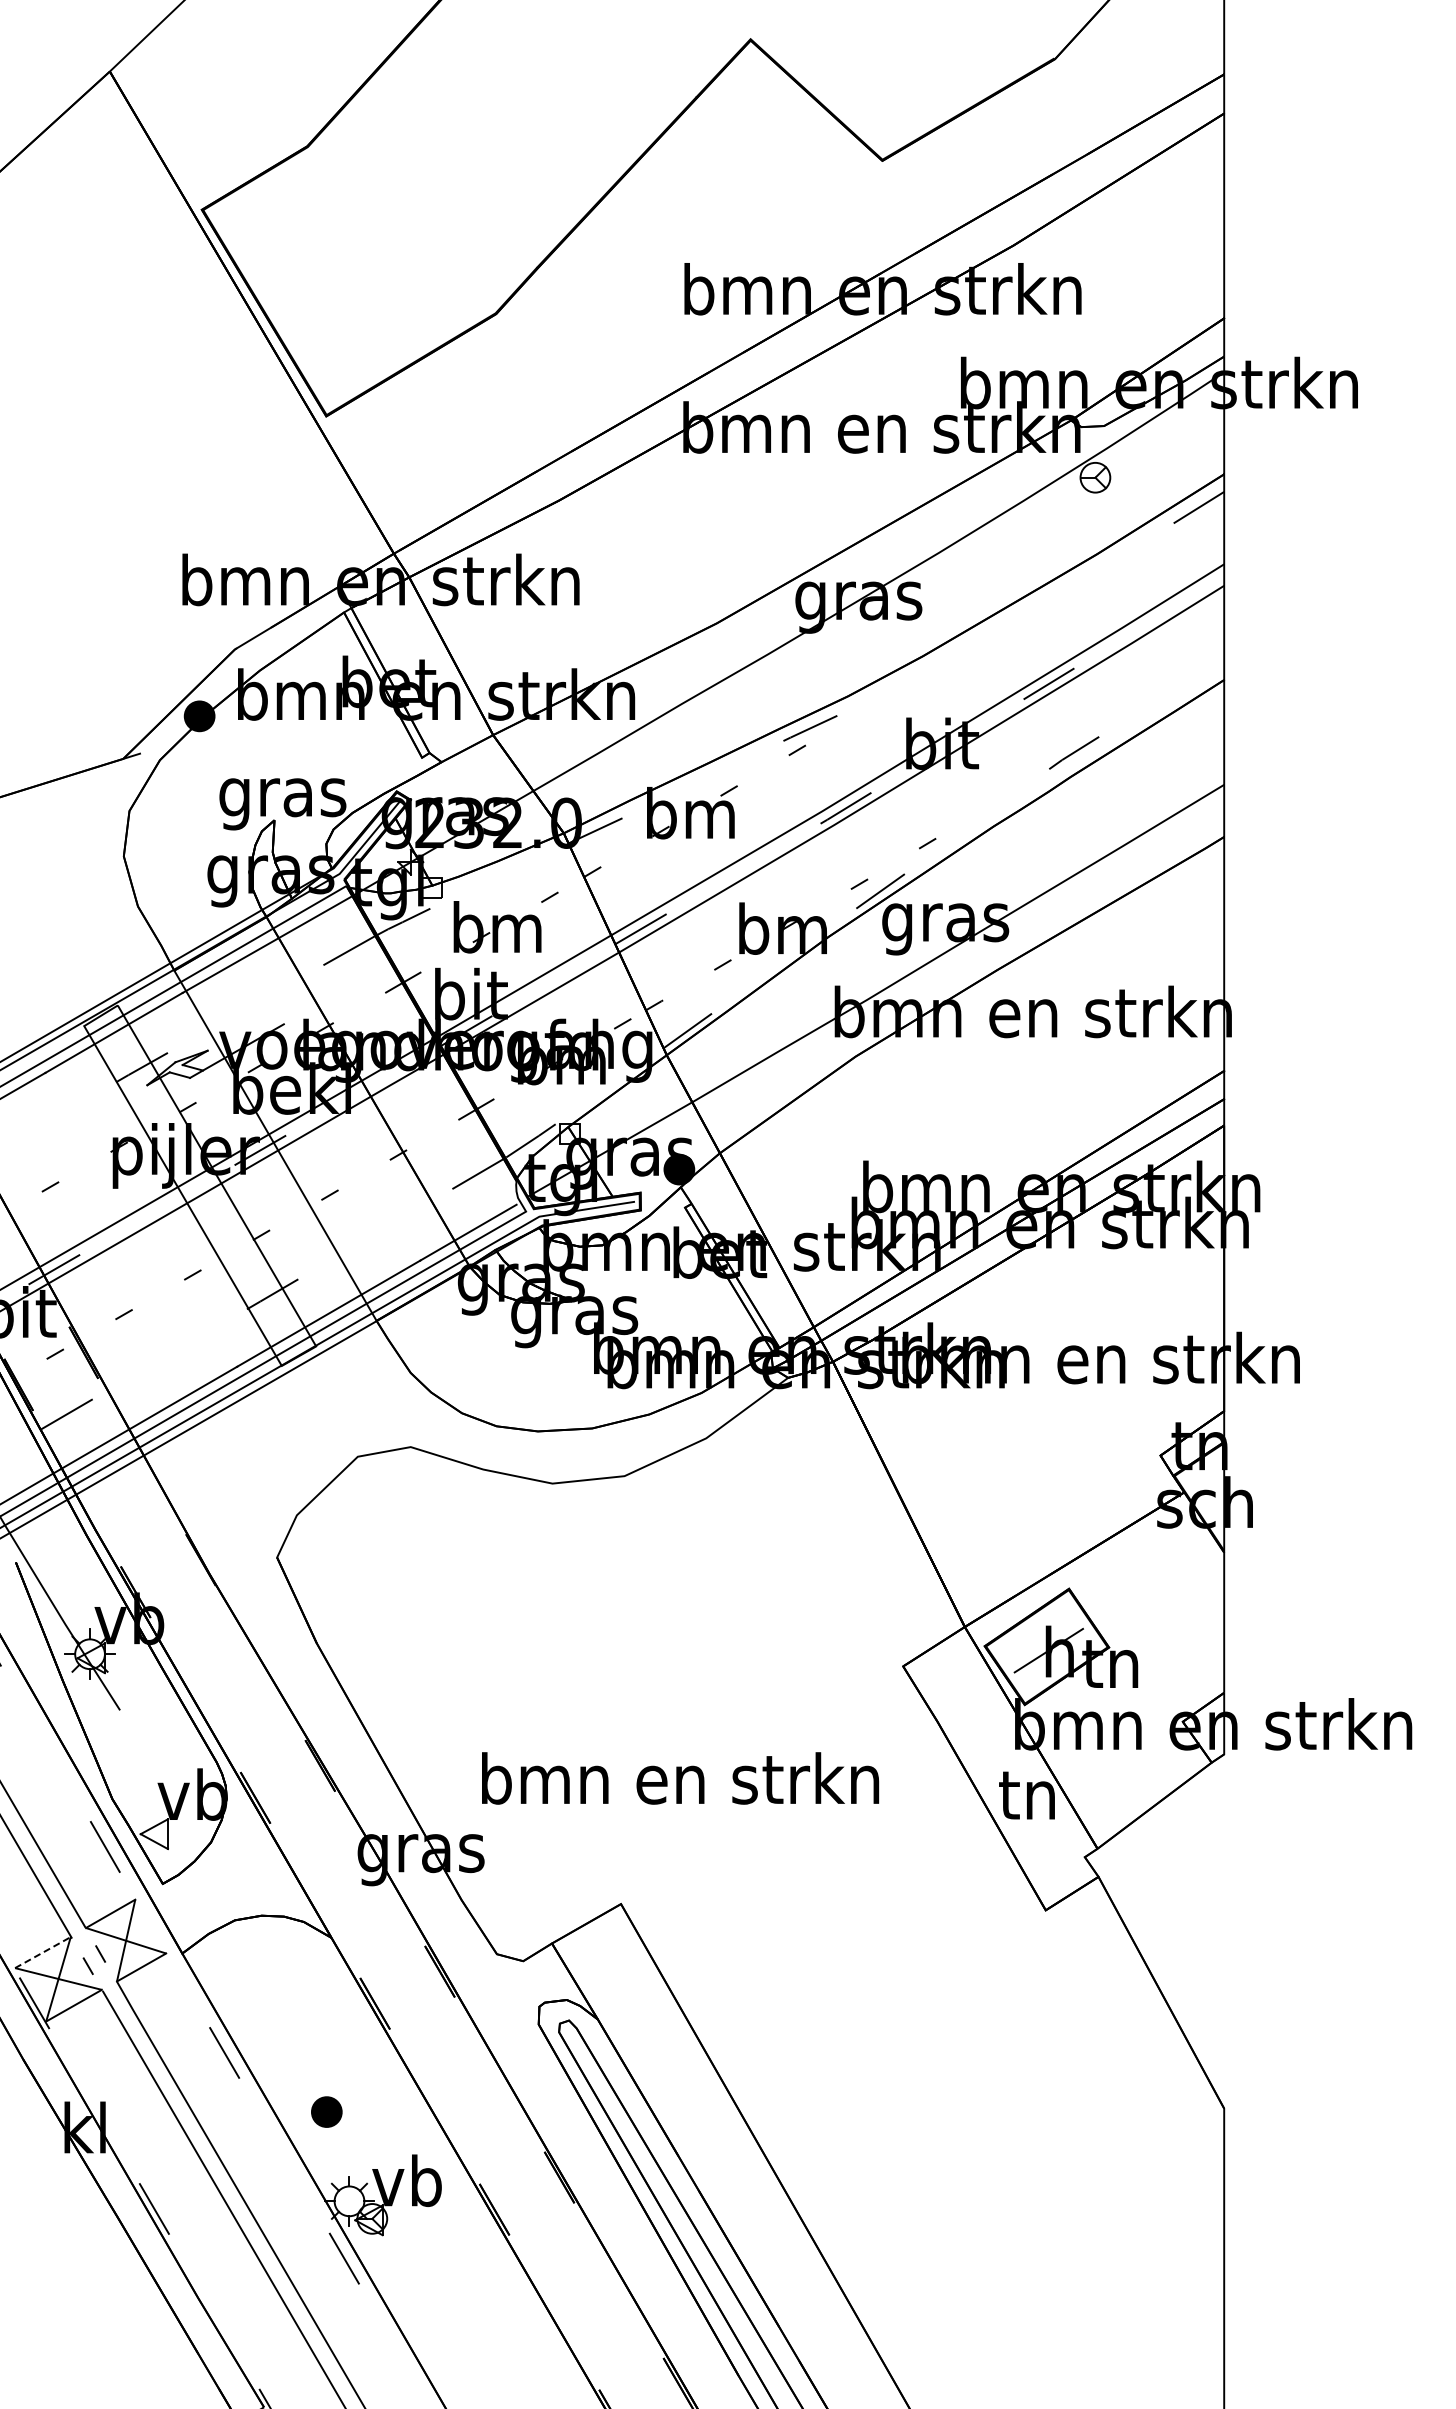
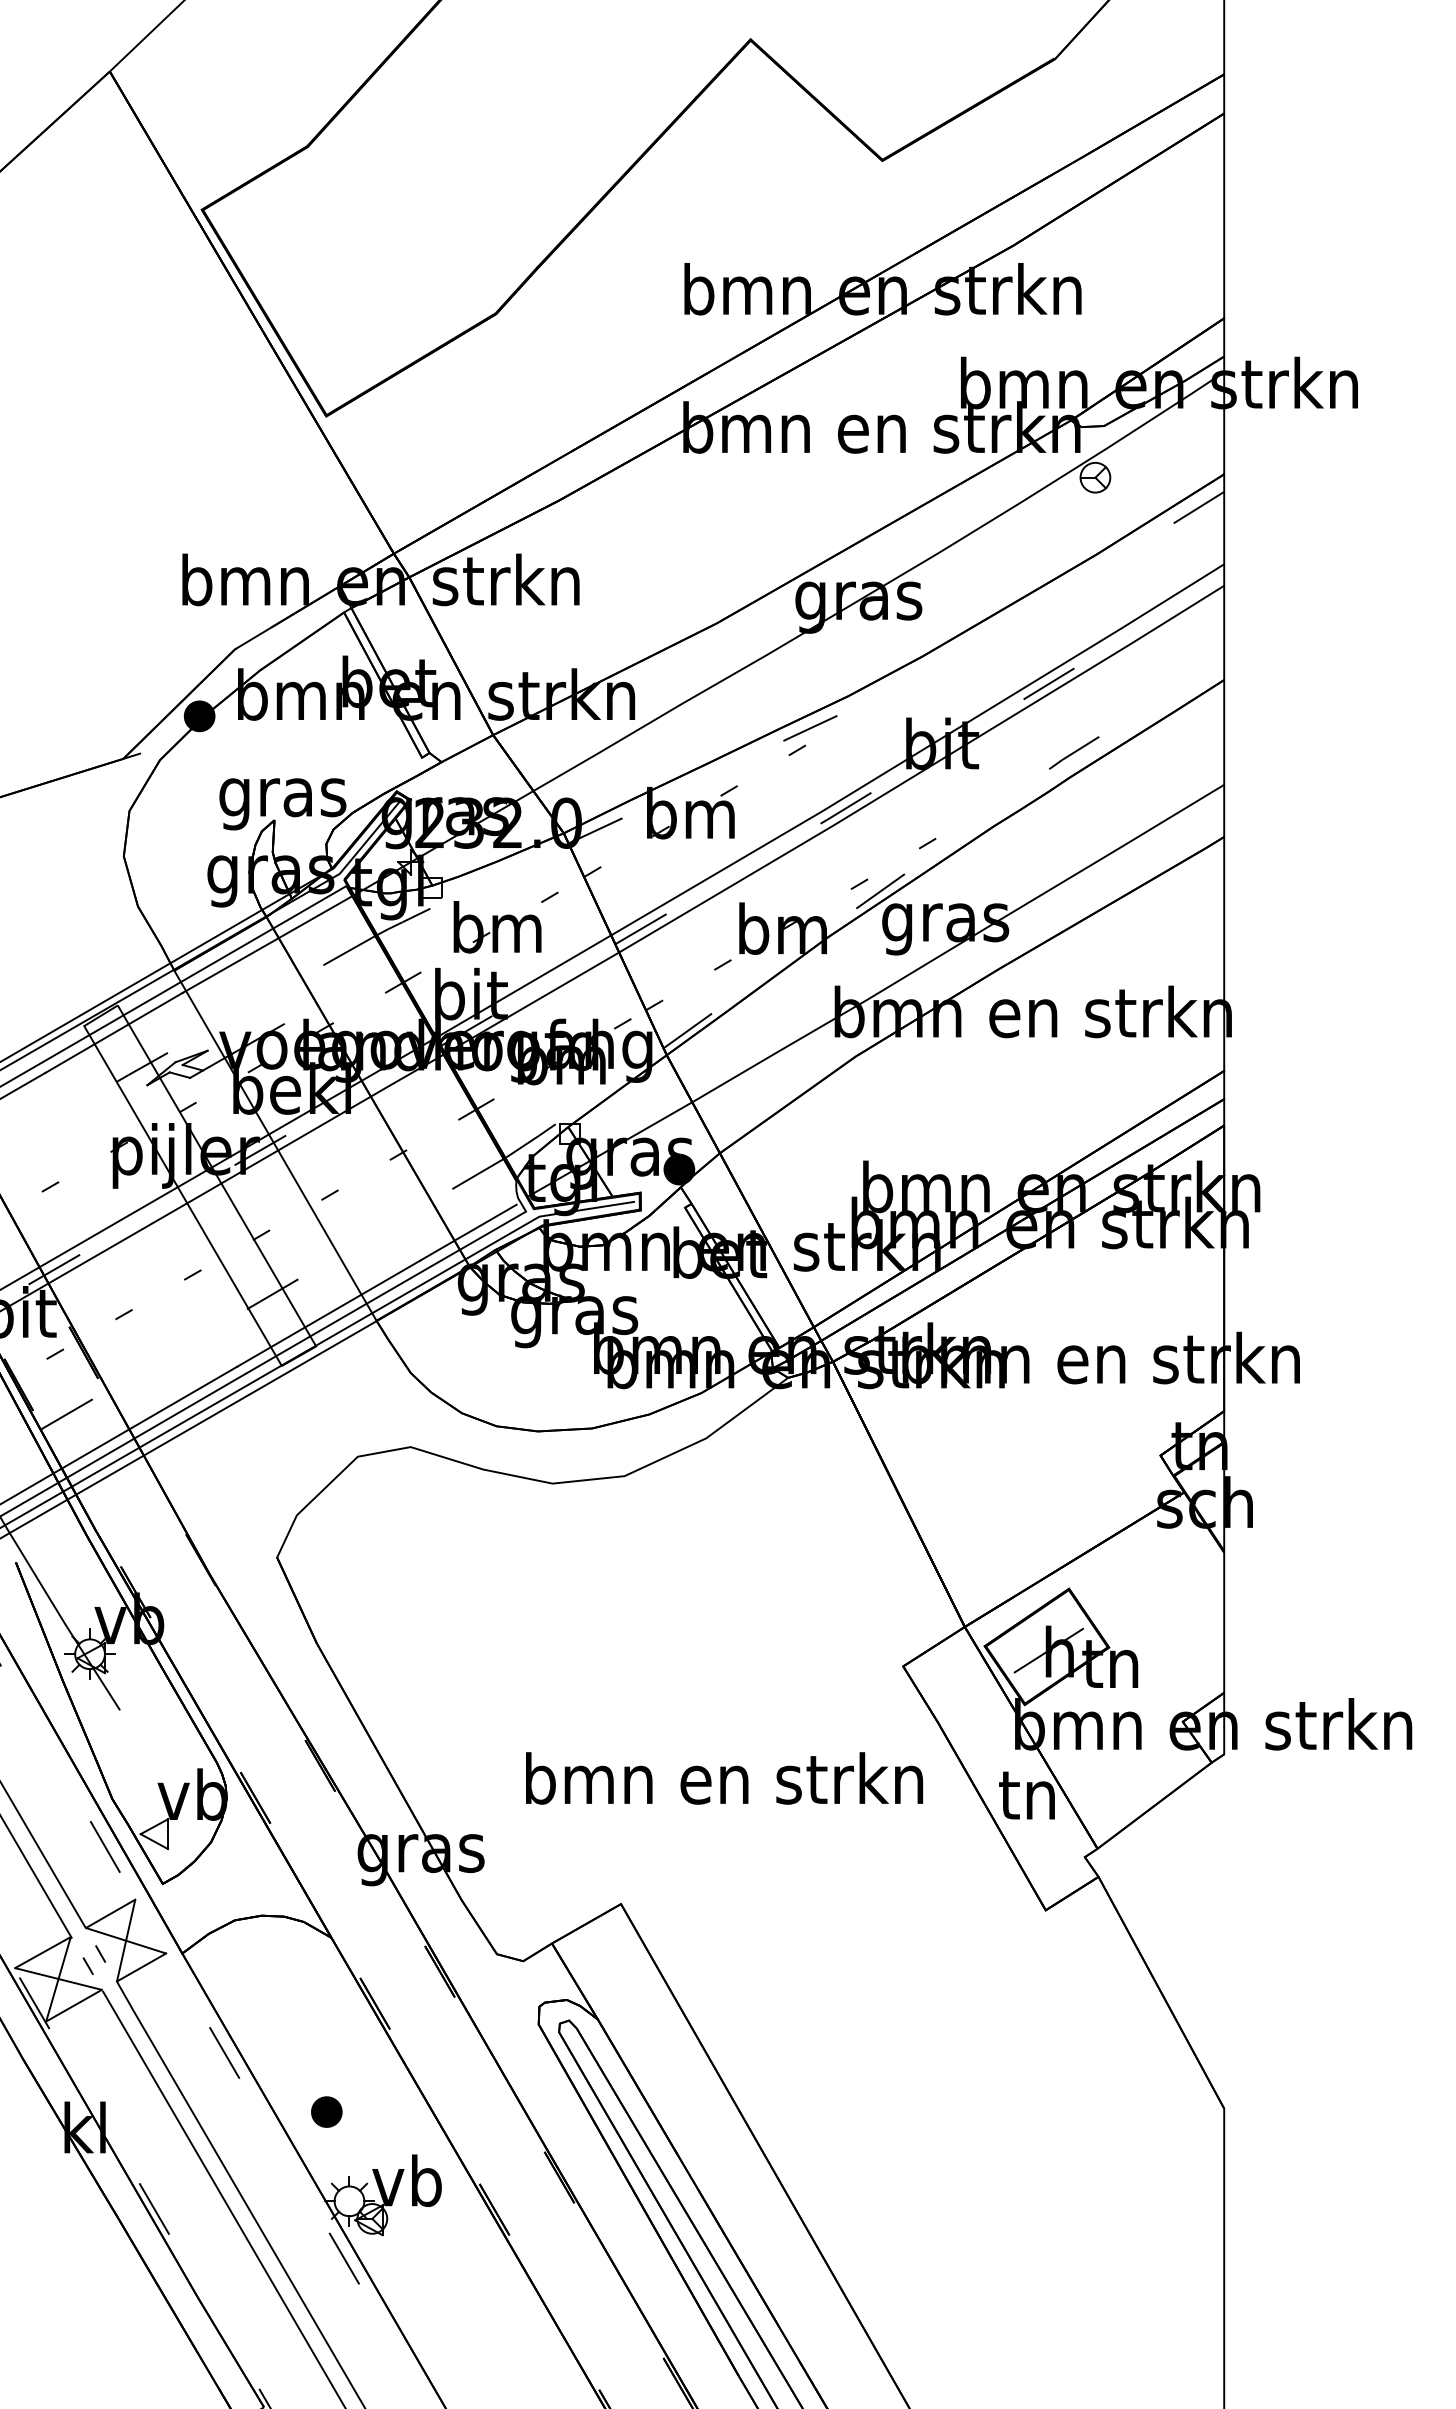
text at (680, 1778) position: (680, 1778) -> (724, 1778)
line at (42, 1952): dashed -> solid
